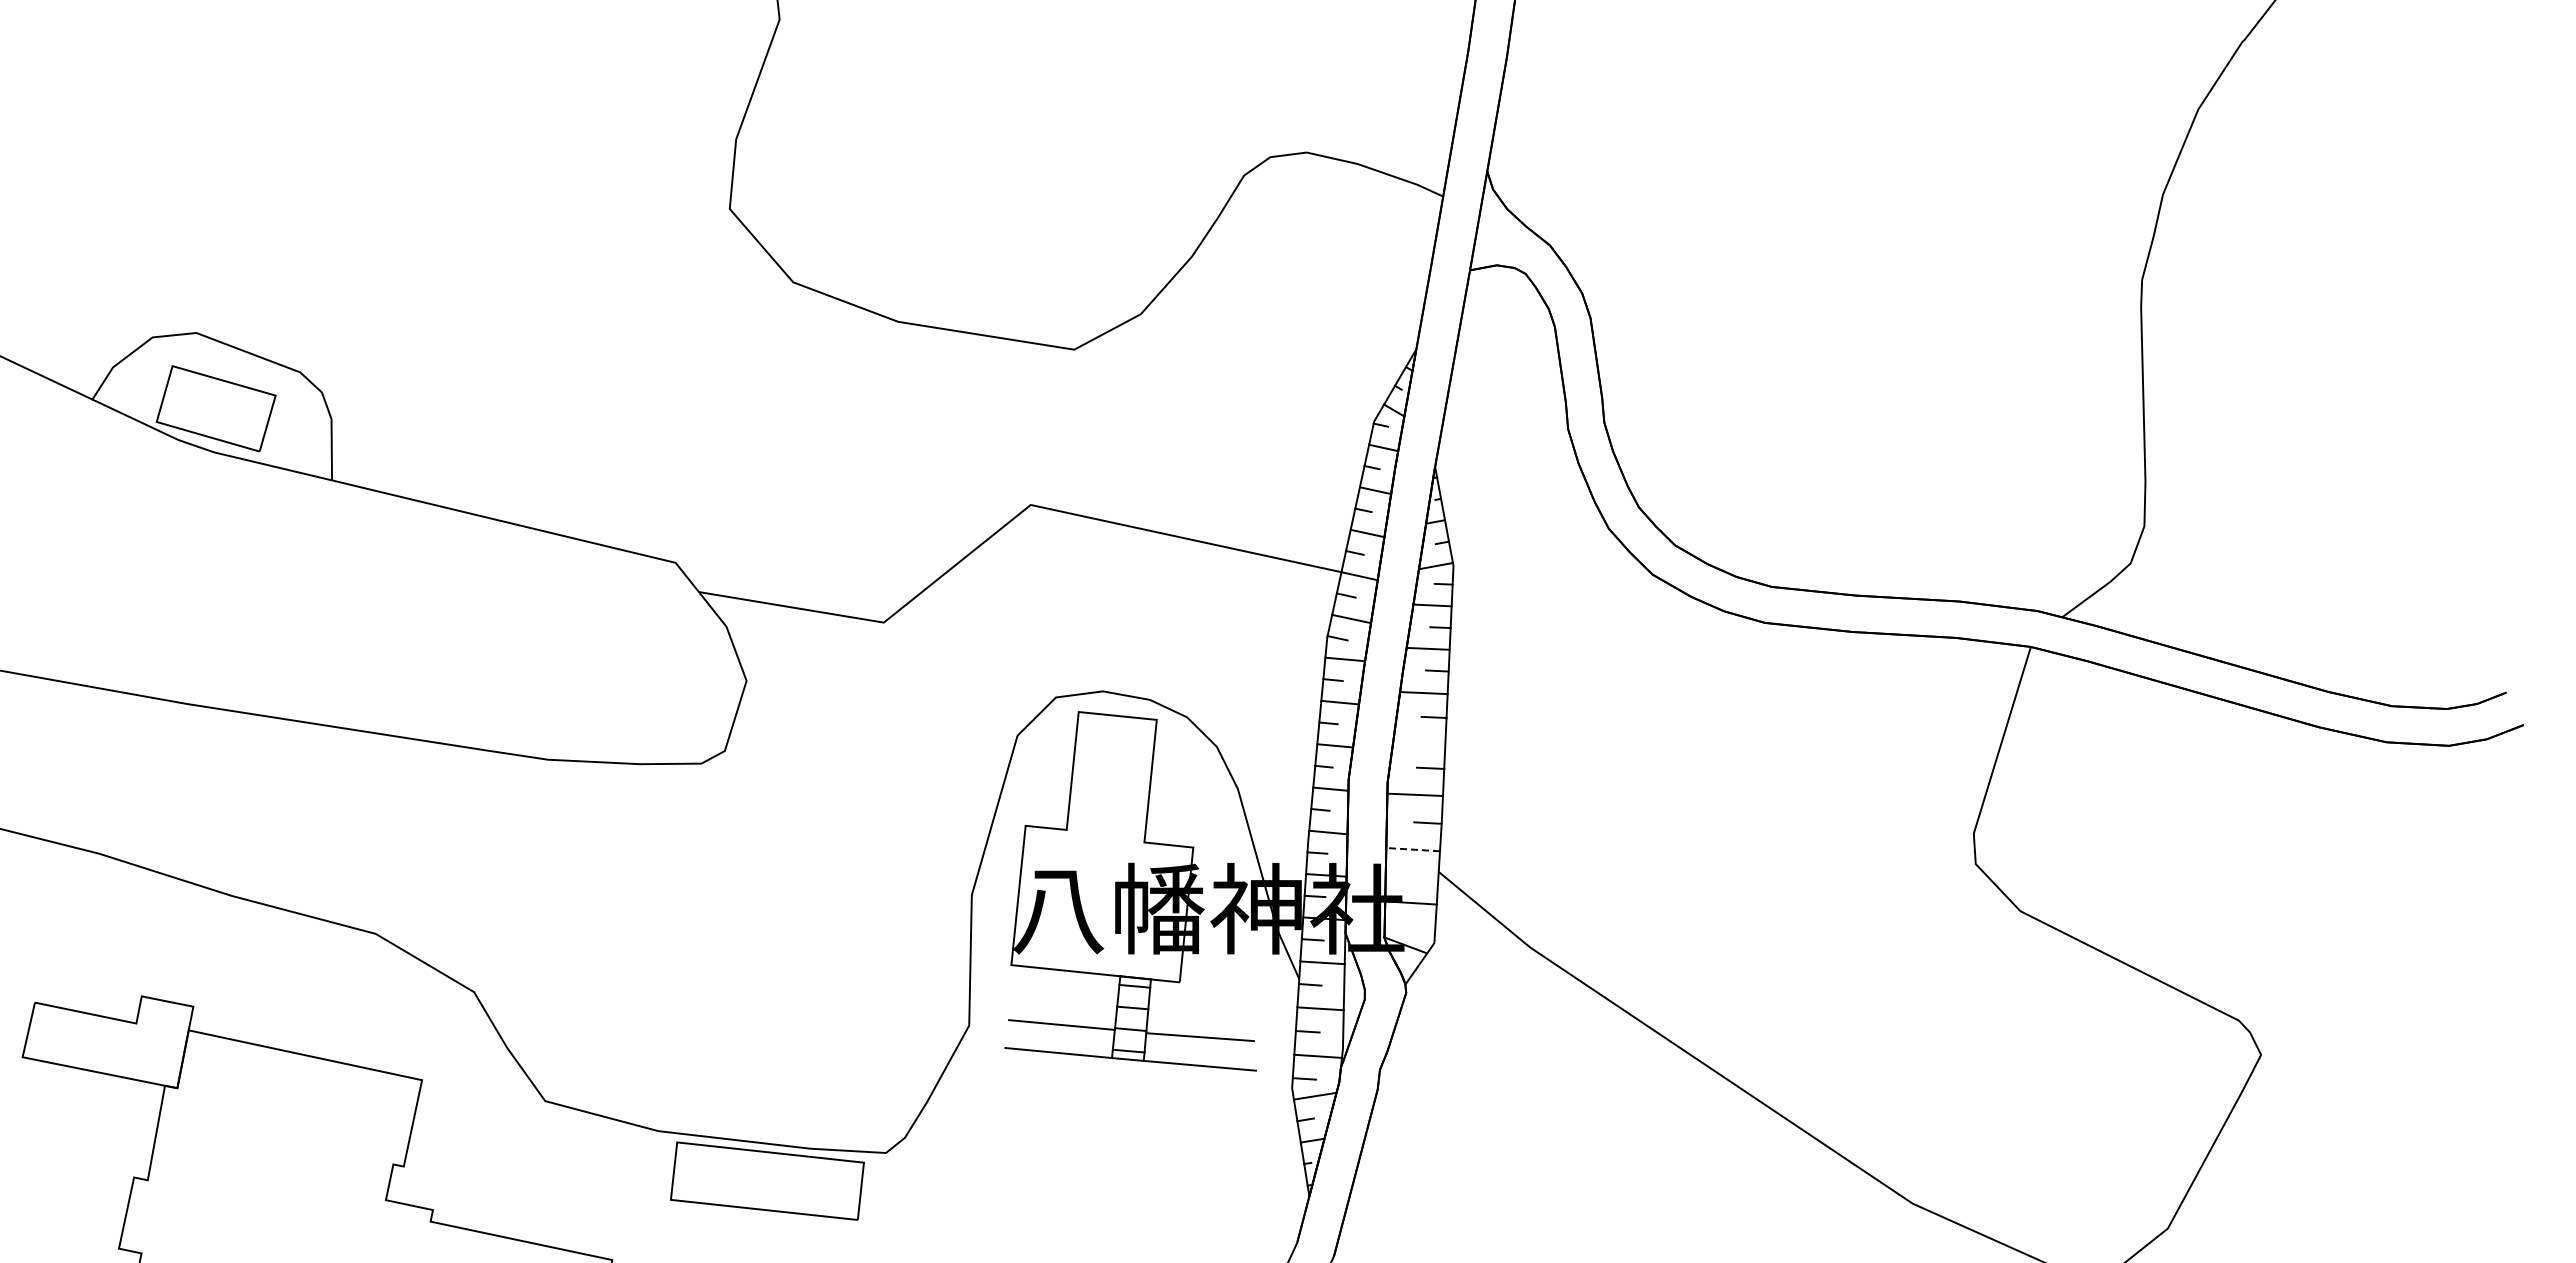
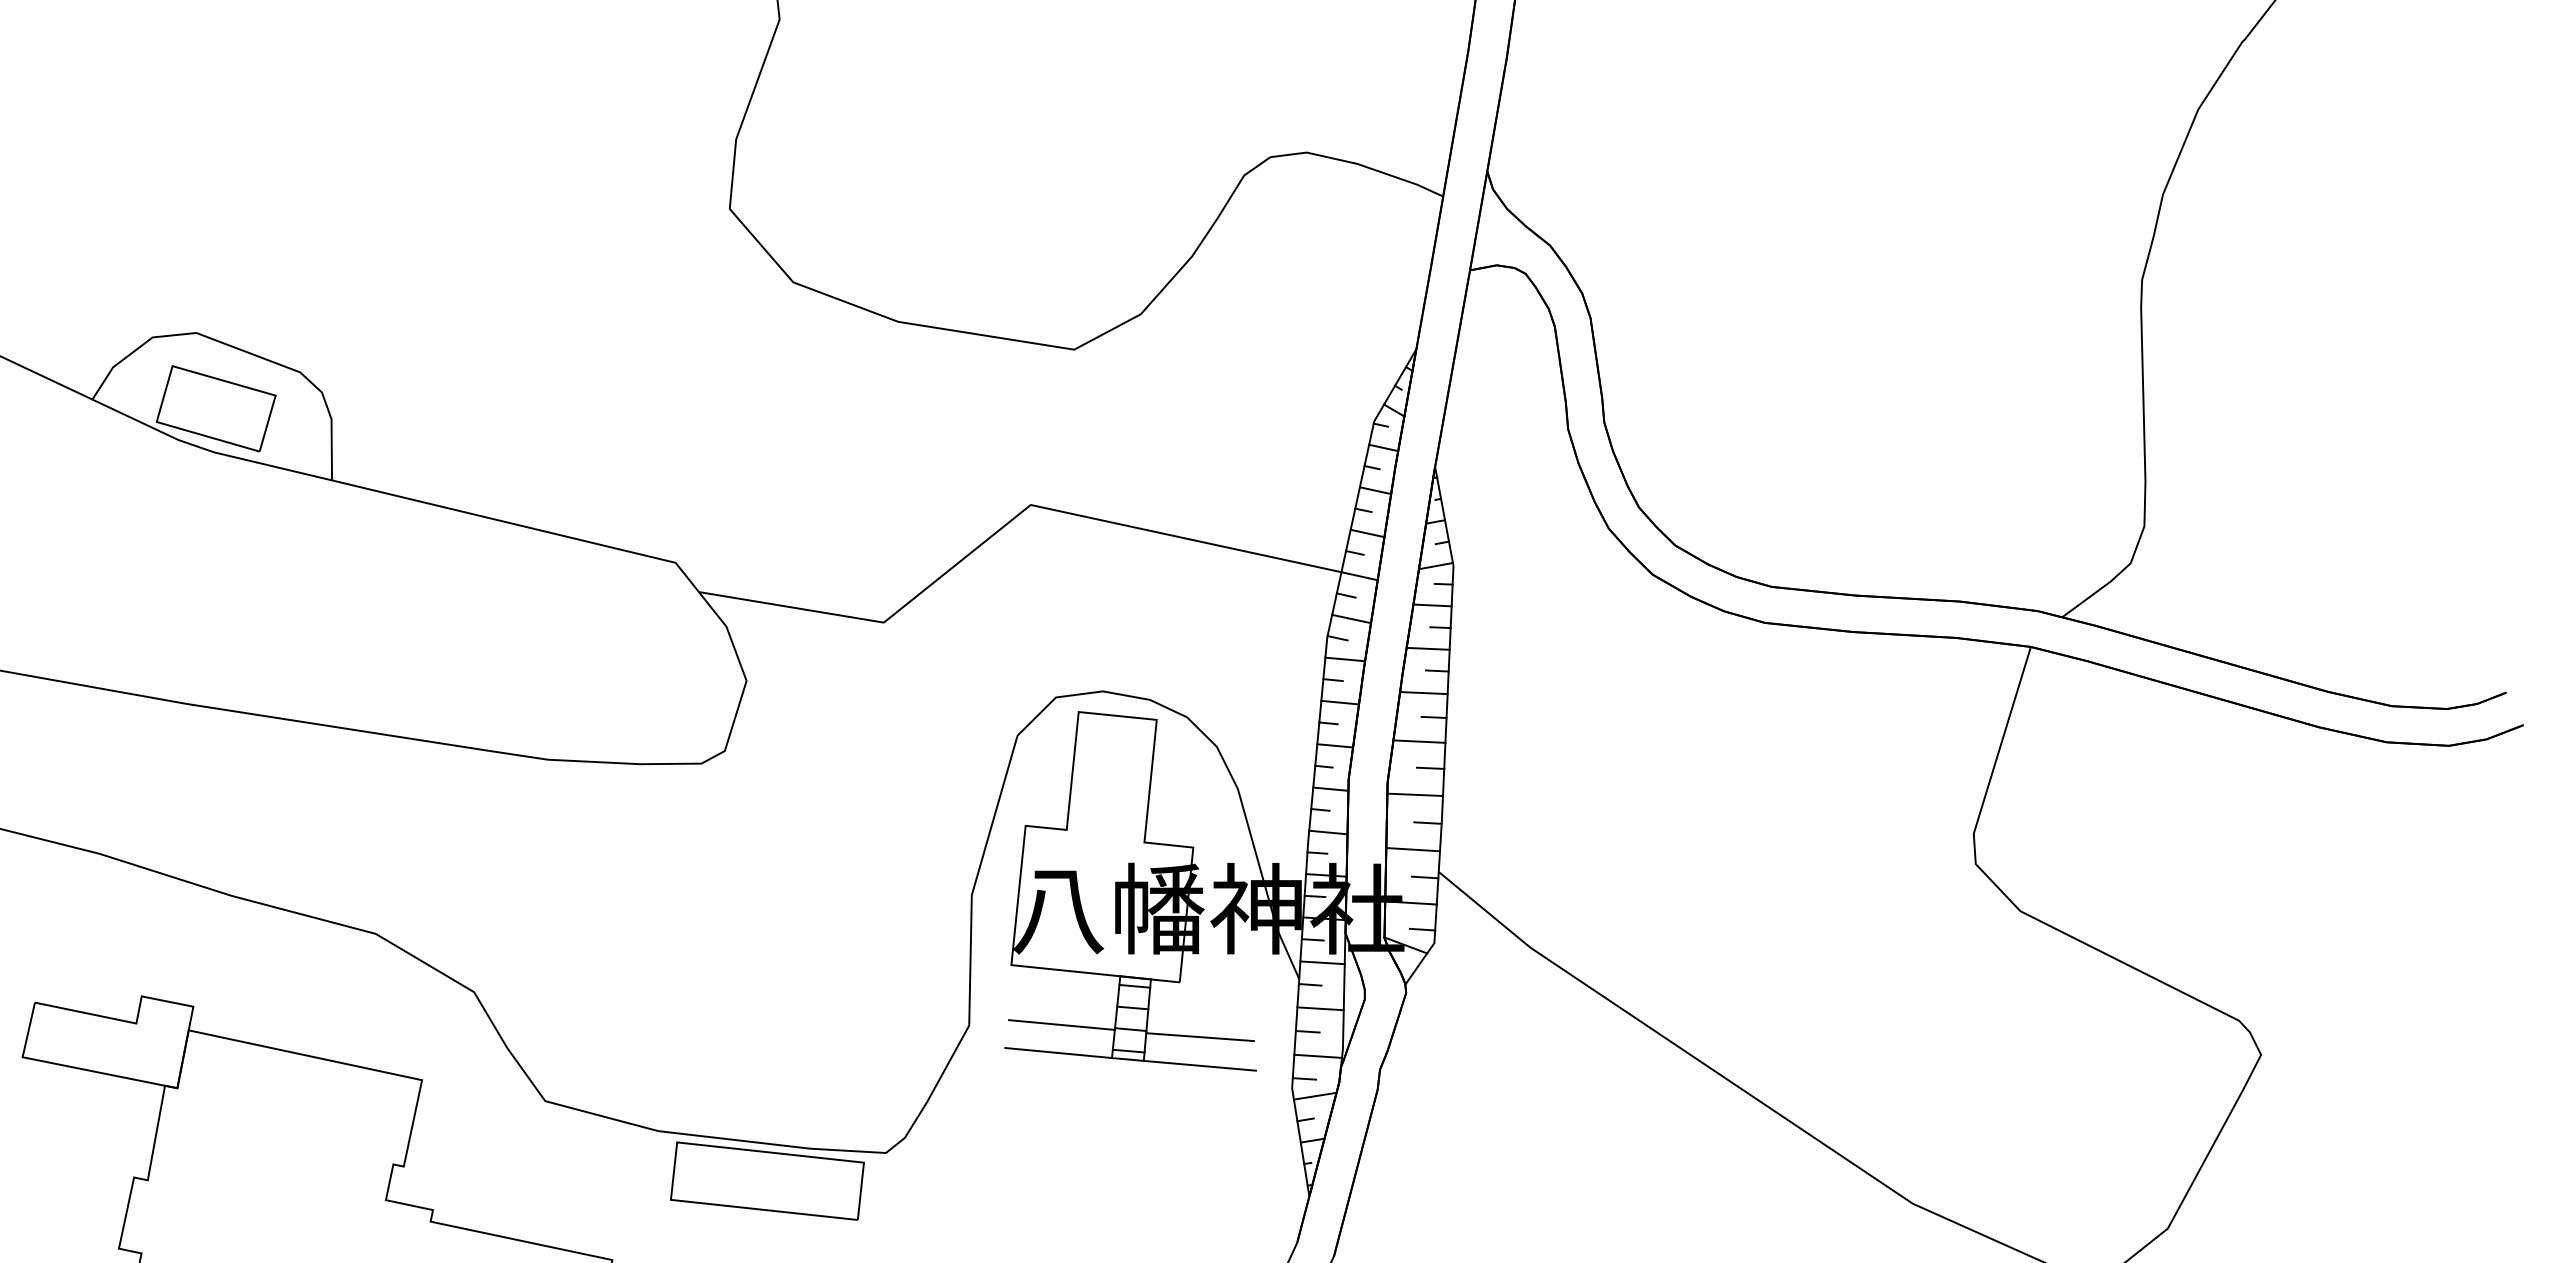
line at (1419, 741): none -> present
line at (1413, 849): dashed -> solid
line at (1424, 877): none -> present
line at (1422, 929): none -> present
